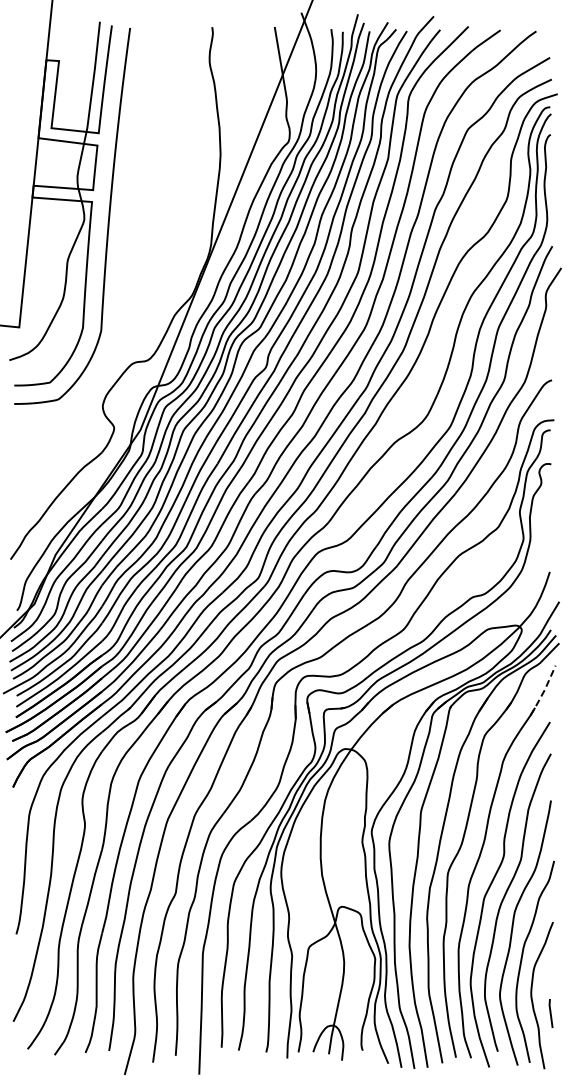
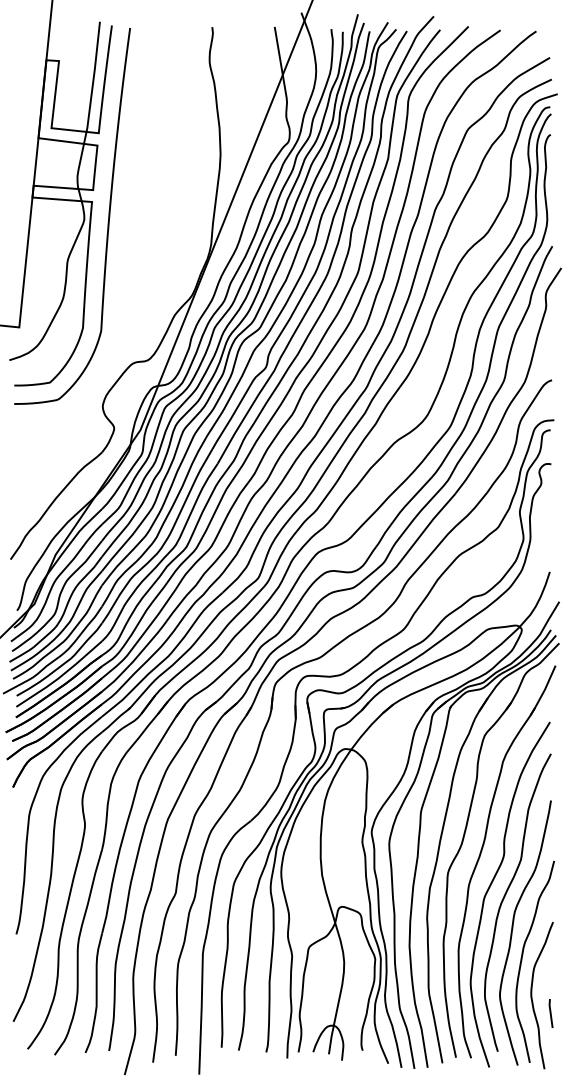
line at (544, 691): dashed -> solid
